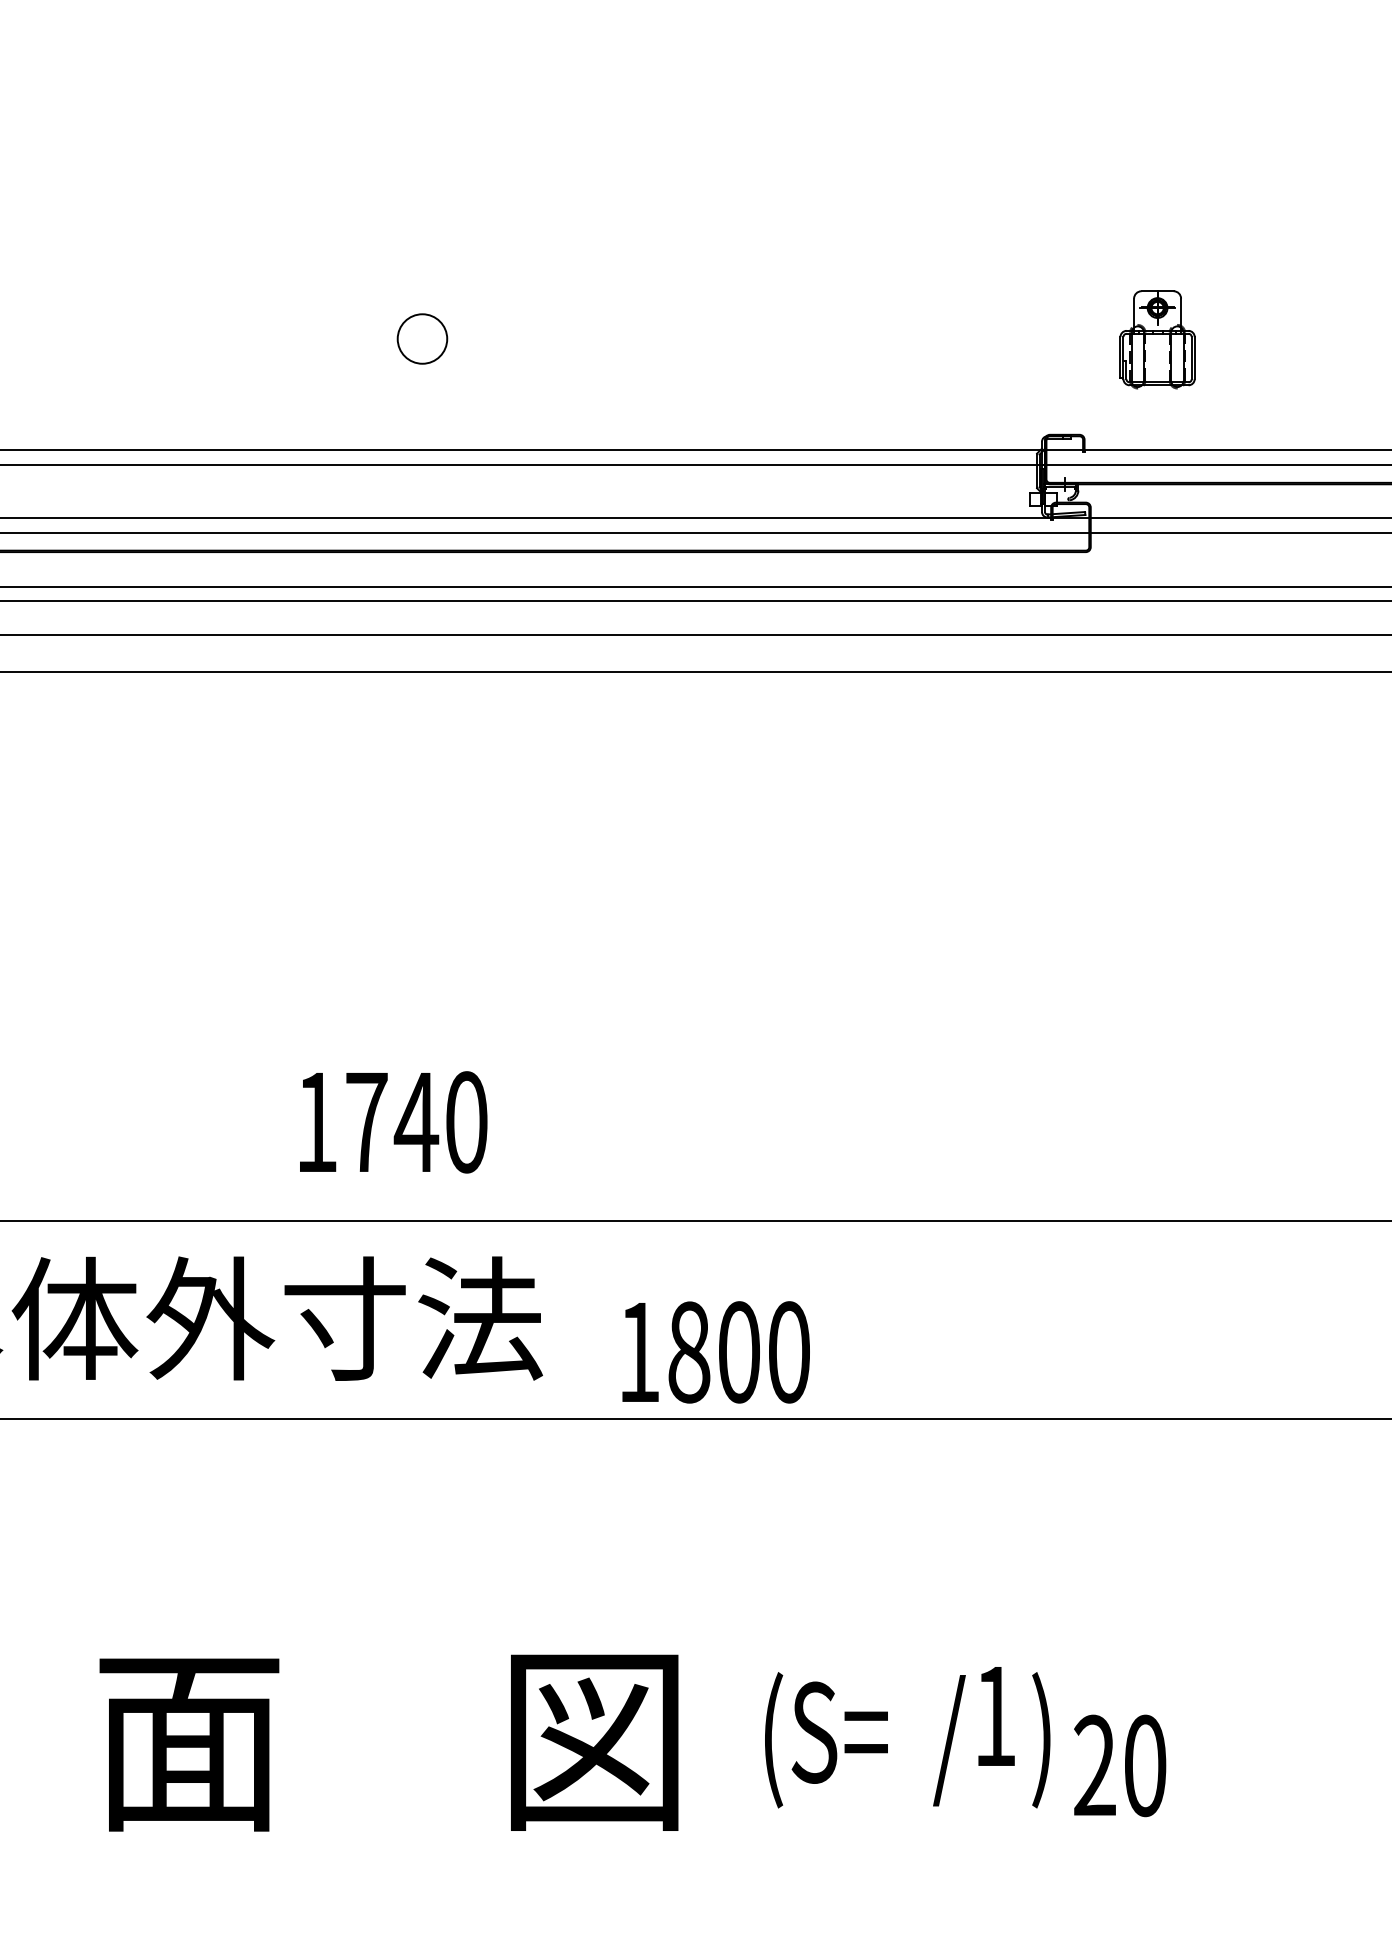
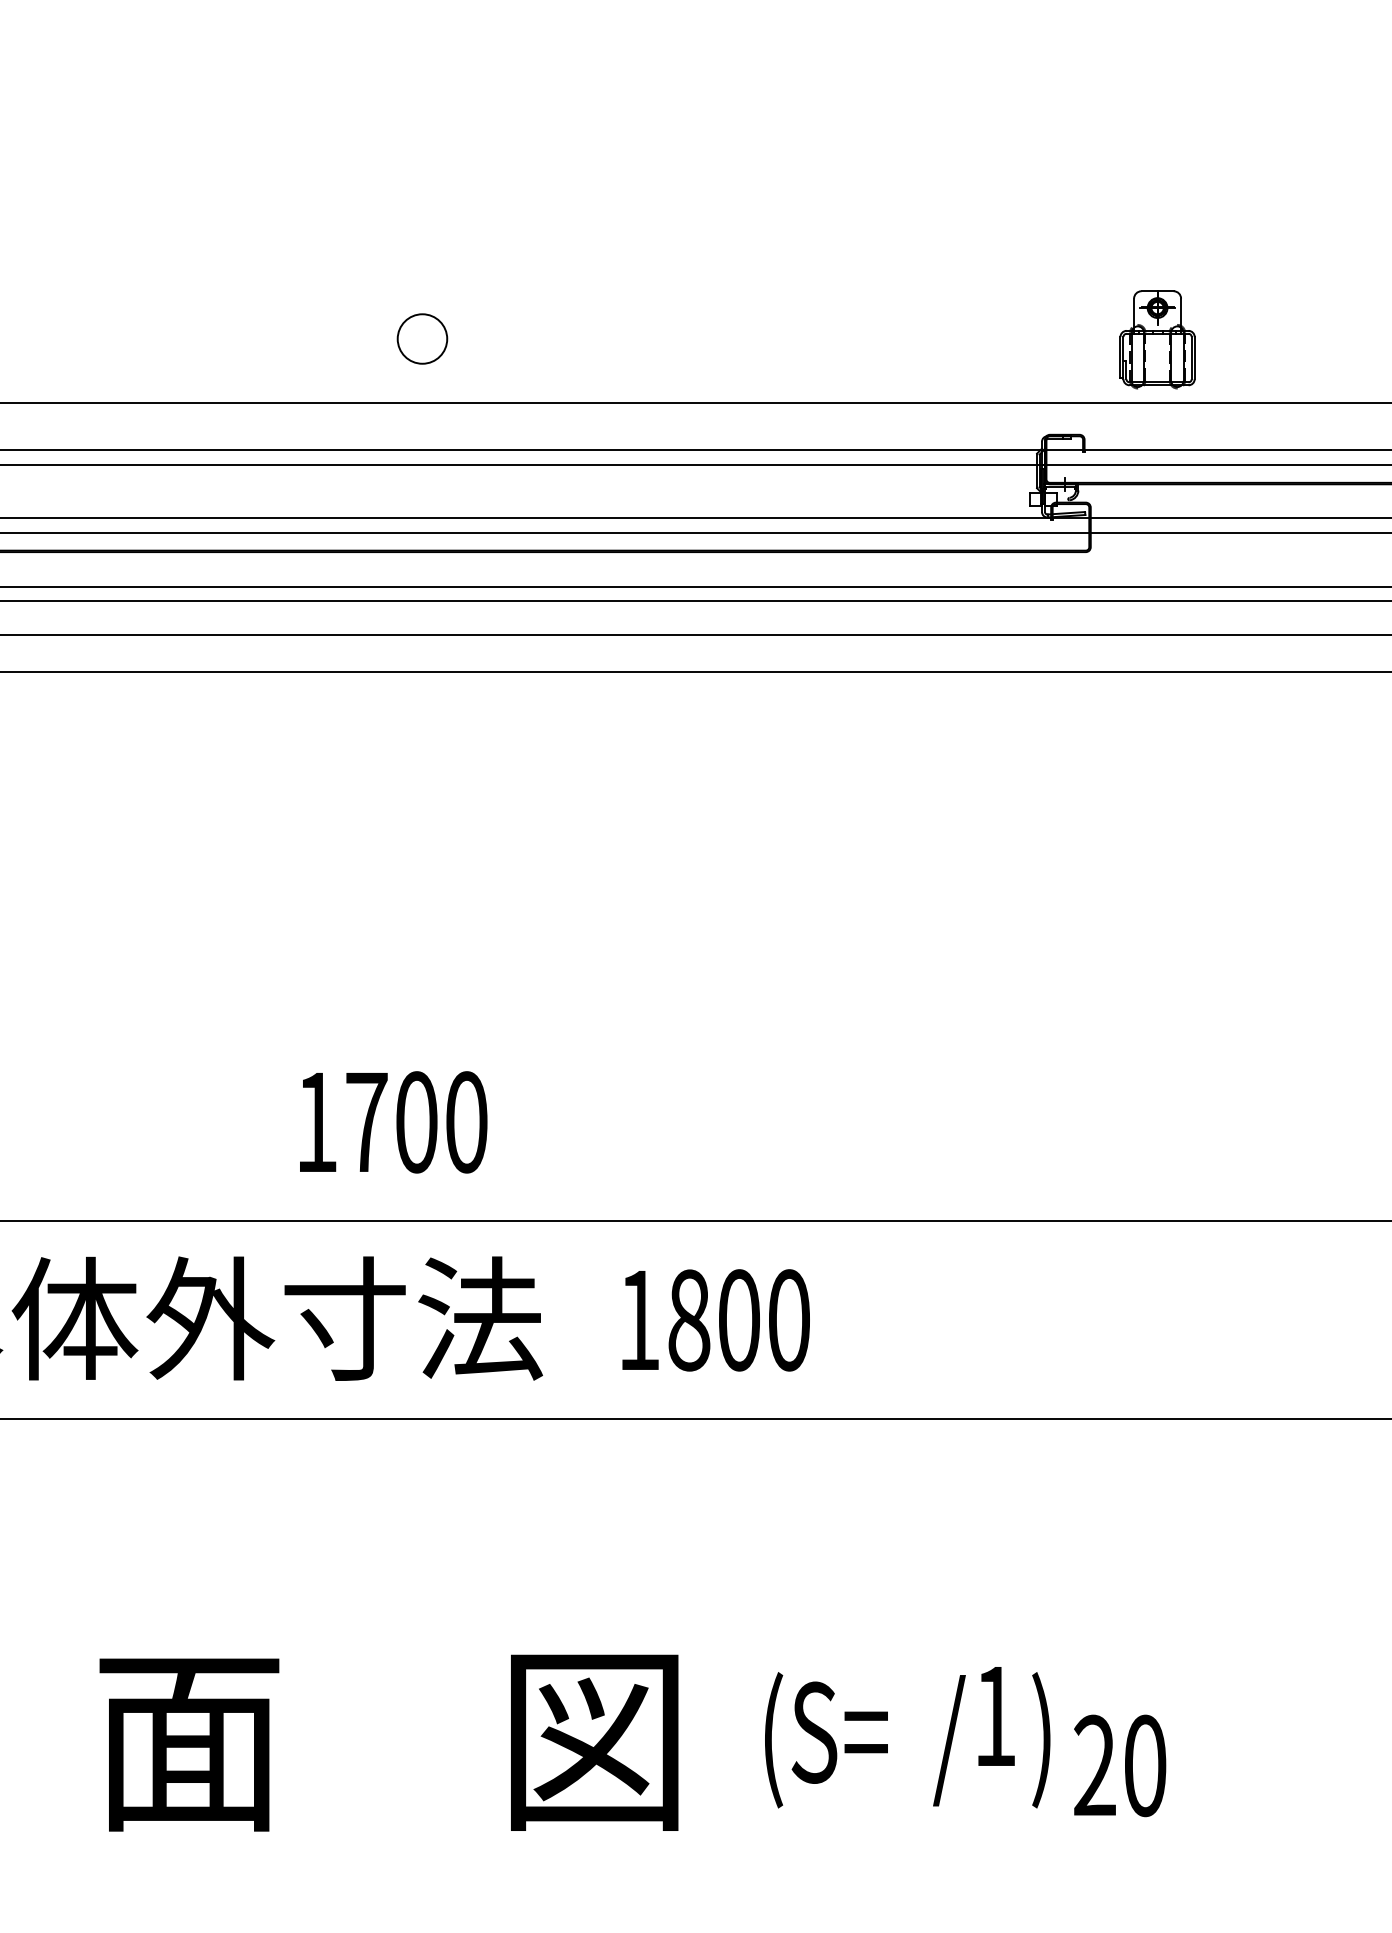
line at (695, 403): none -> present
text at (416, 1122): 1740 -> 1700
text at (715, 1352) position: (715, 1352) -> (715, 1320)
